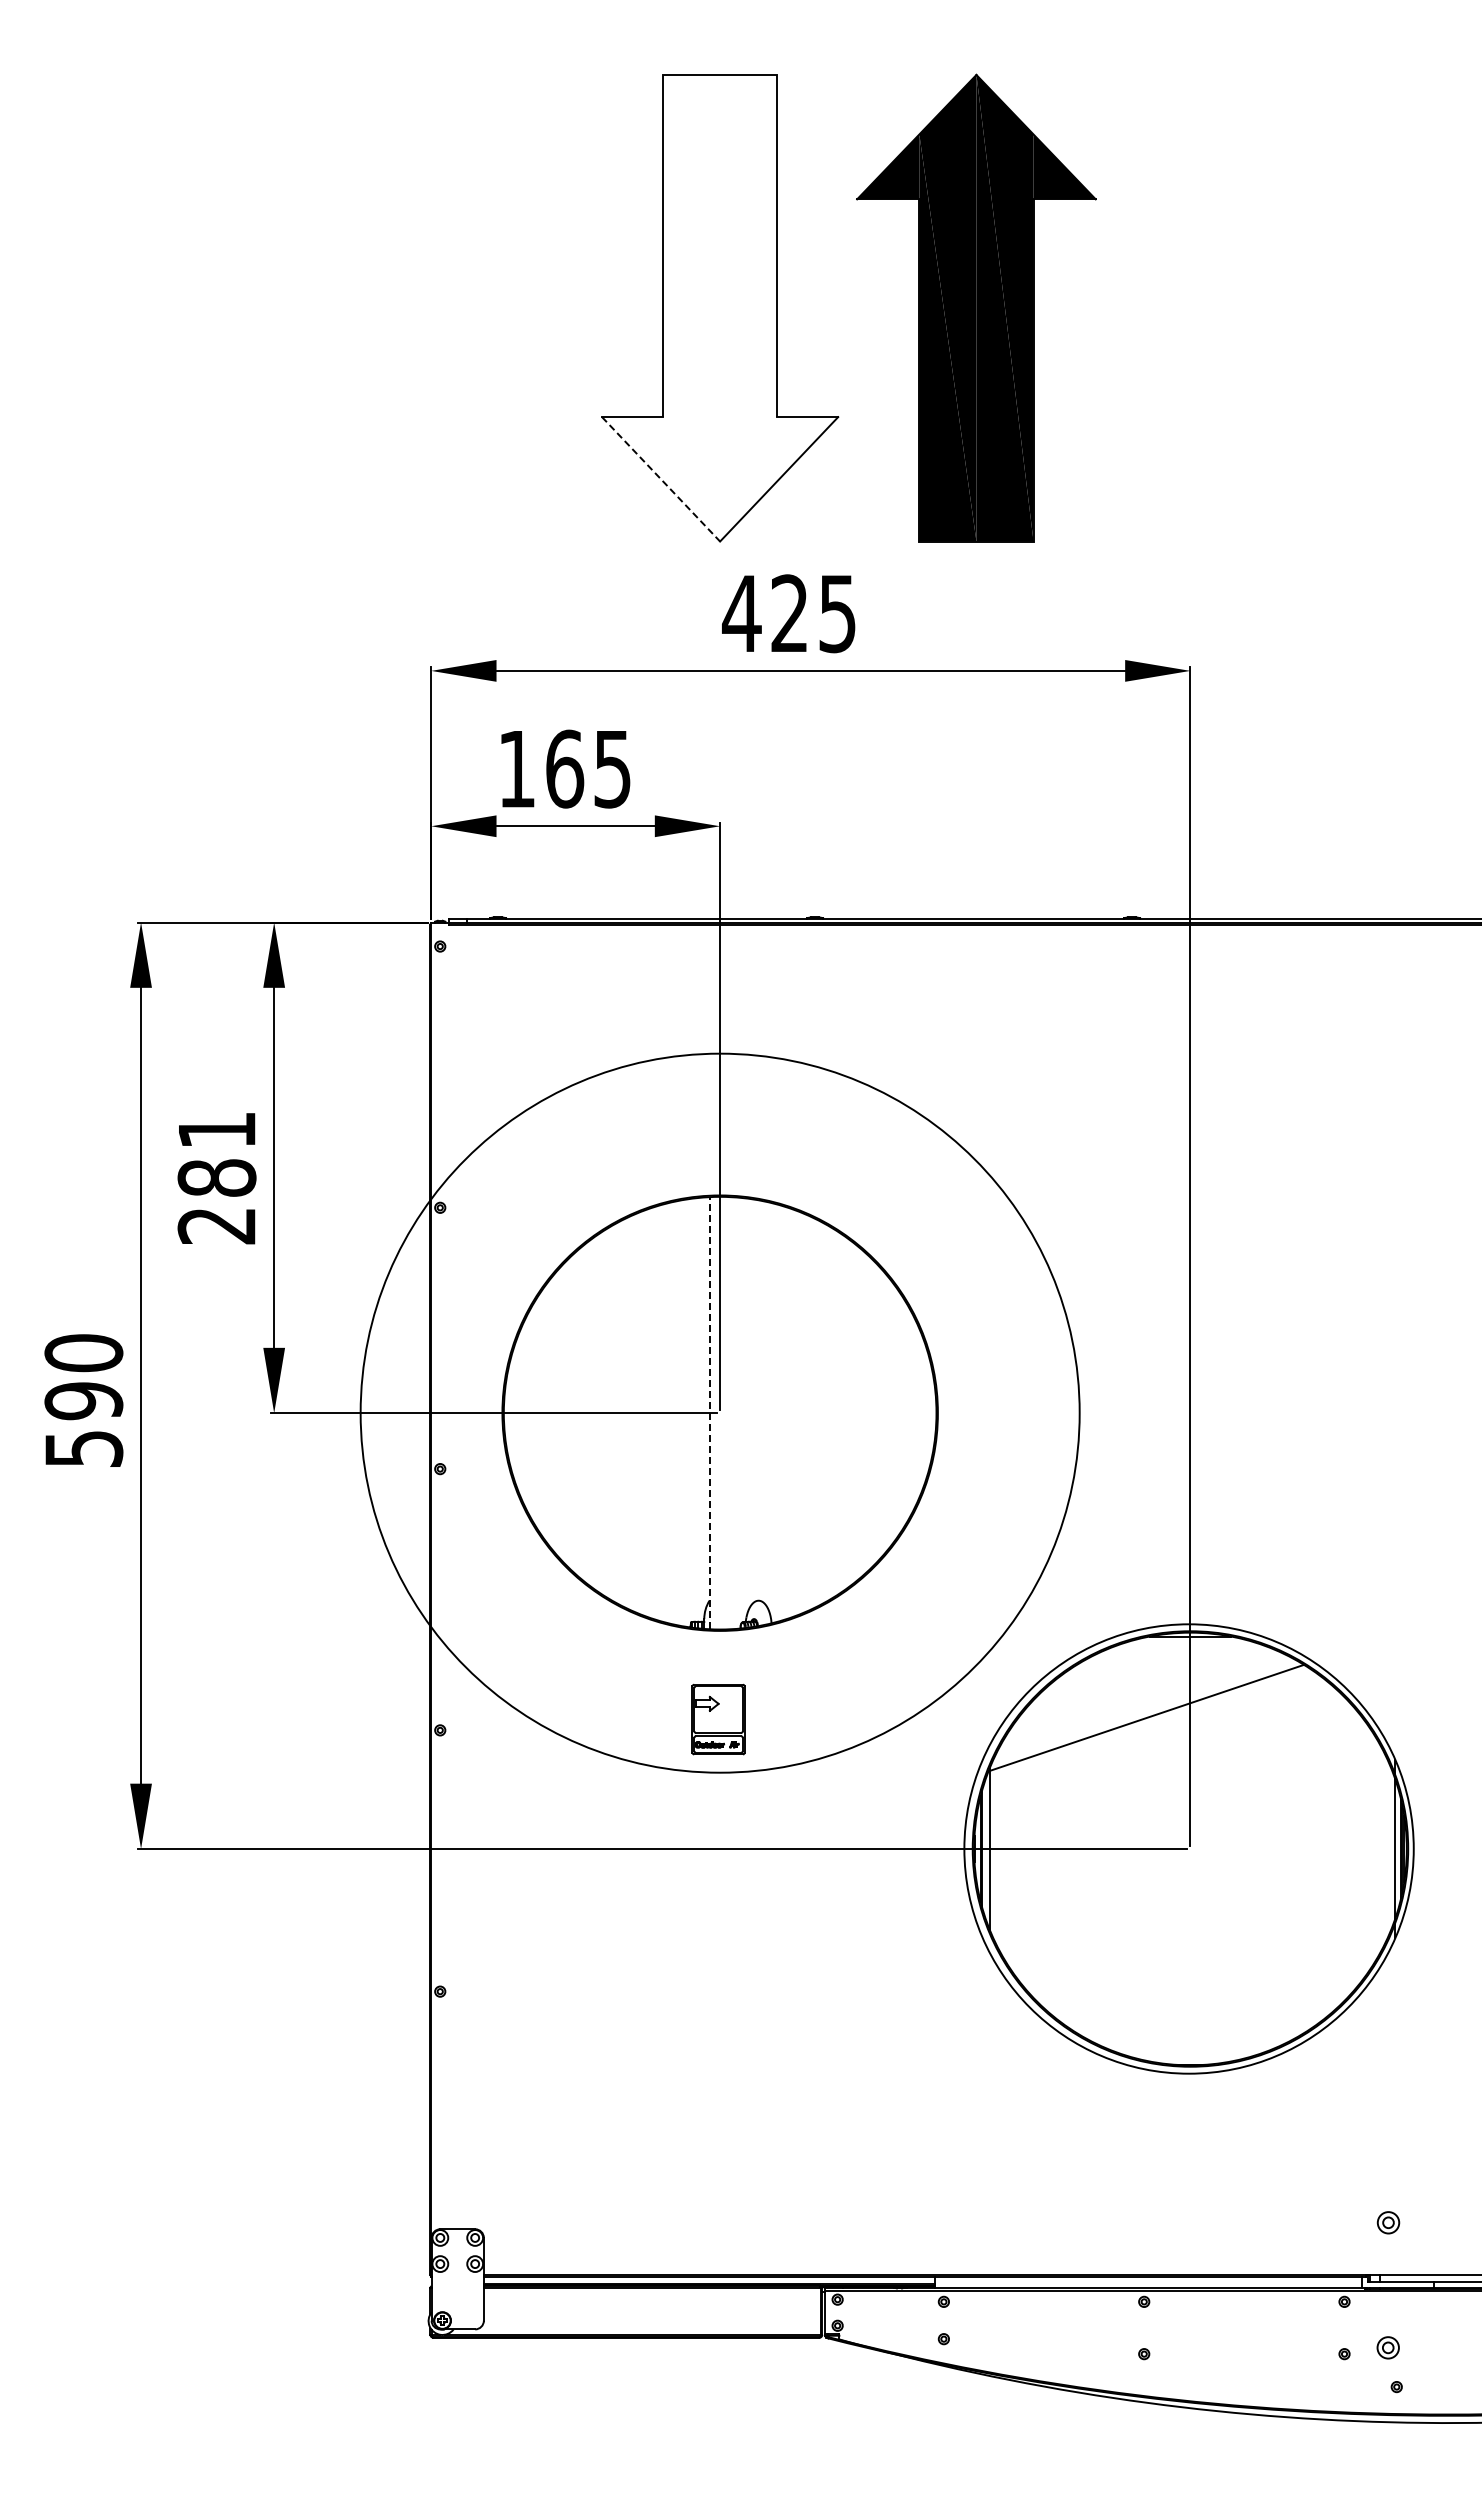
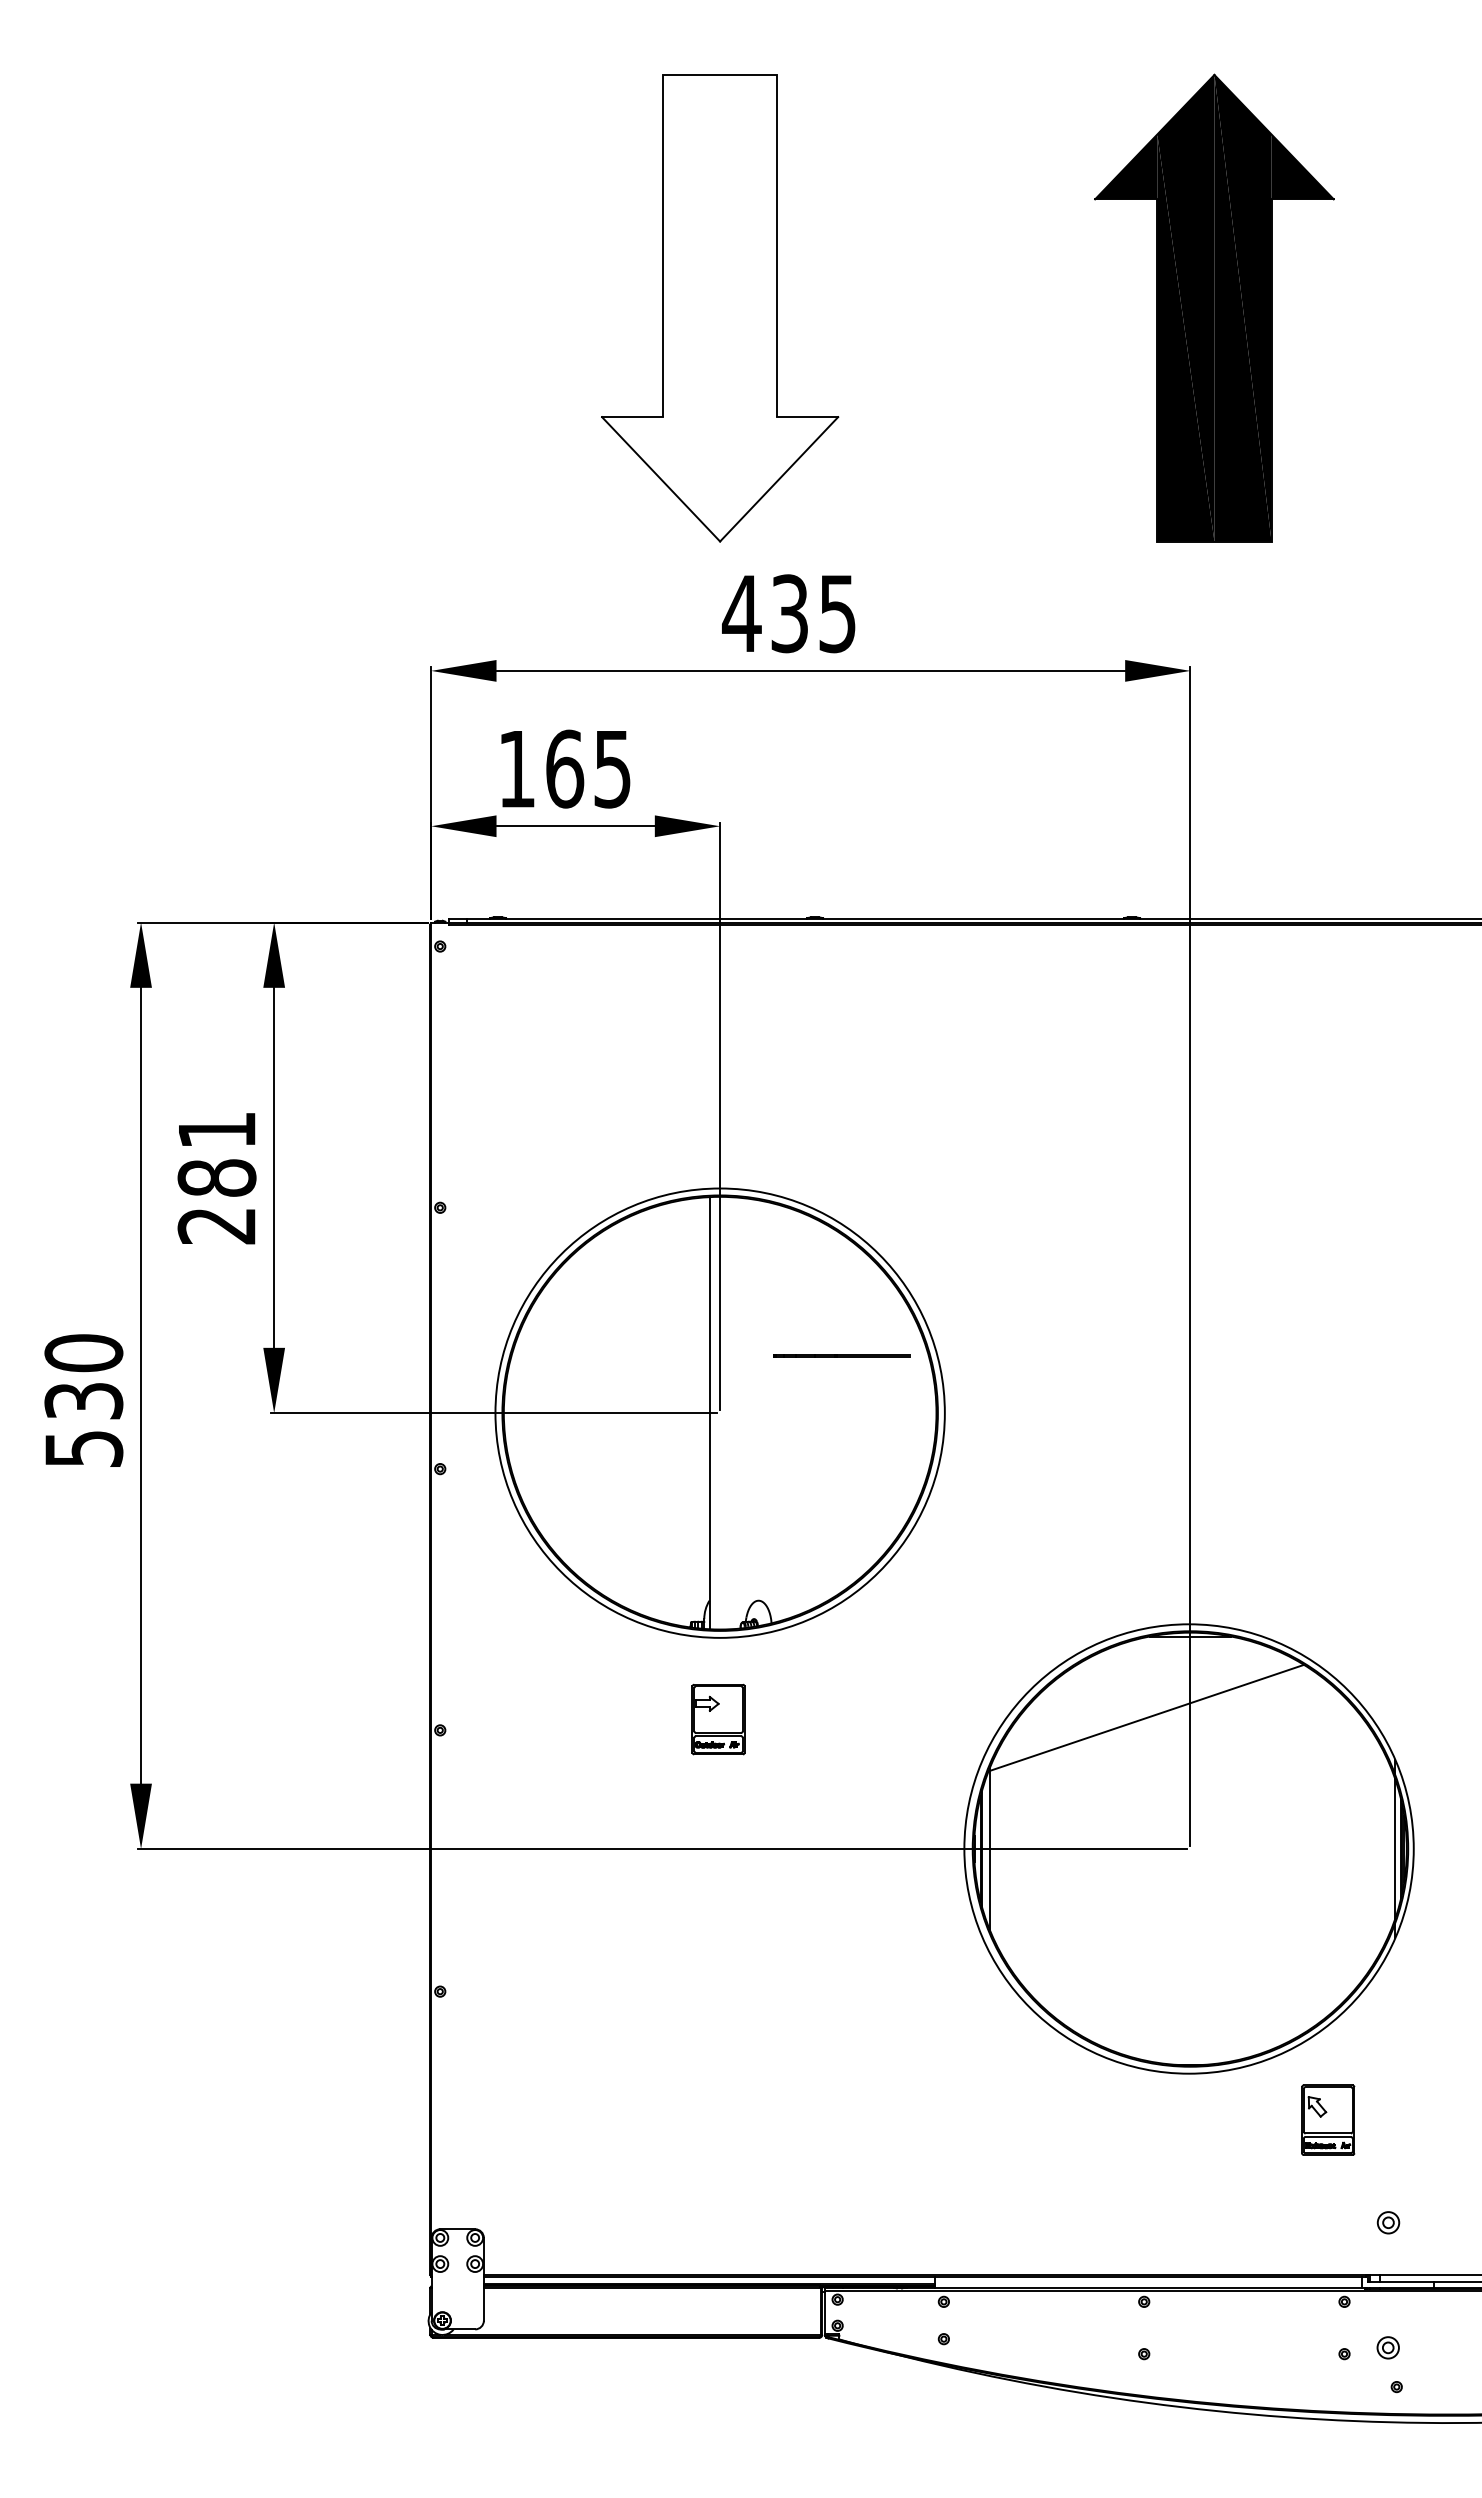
part at (976, 307) position: (976, 307) -> (1214, 307)
line at (661, 479): dashed -> solid
text at (789, 613): 425 -> 435
line at (841, 1355): none -> present
text at (83, 1401): 590 -> 530
circle at (719, 1412) diameter: 719 px -> 449 px
line at (709, 1413): dashed -> solid
part at (1328, 2119): none -> present
